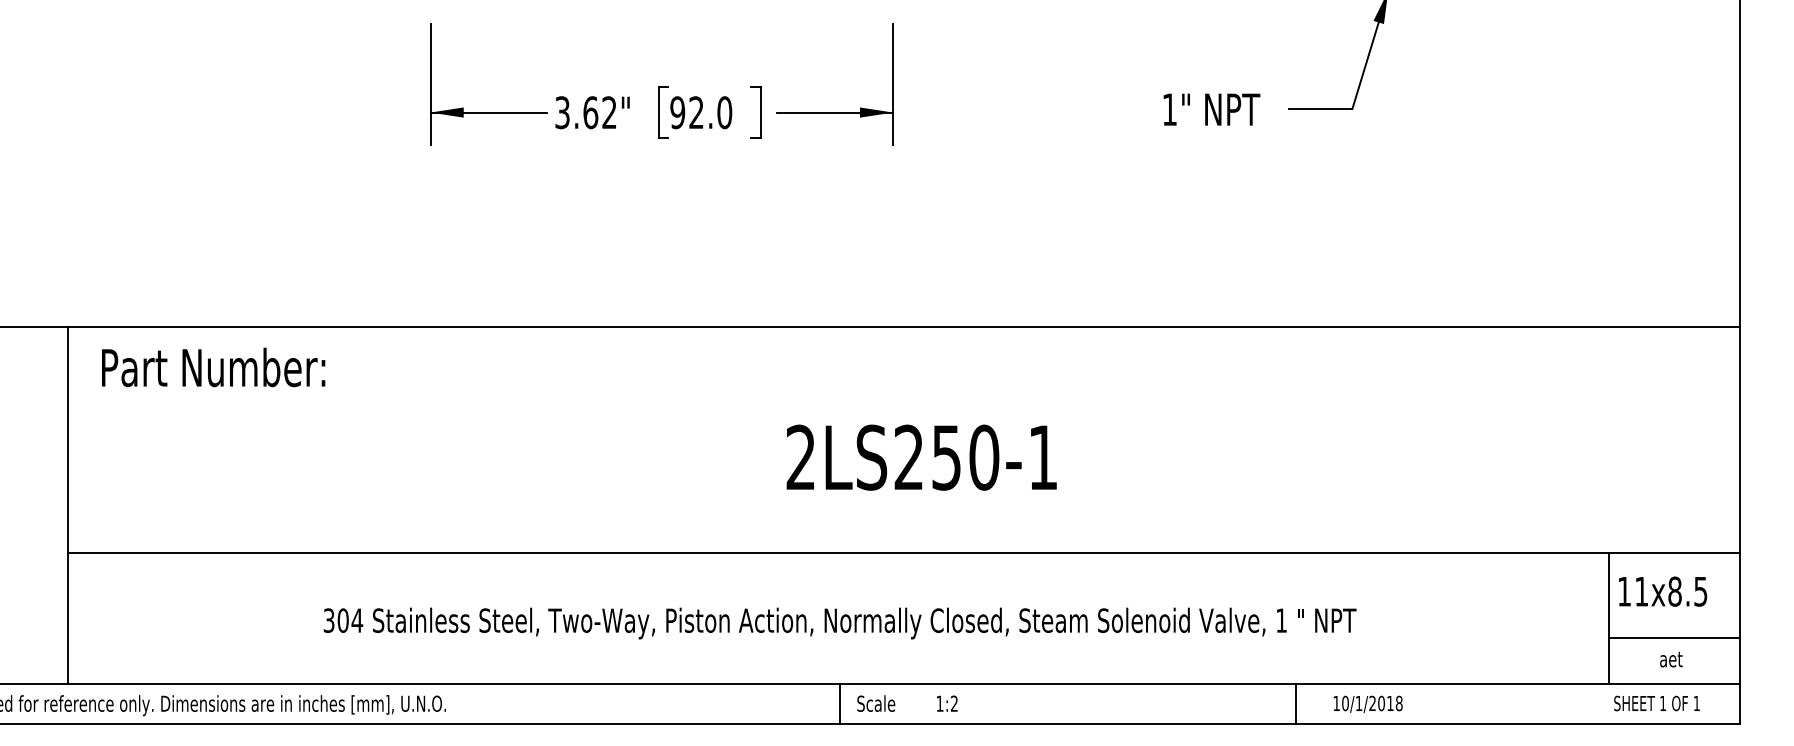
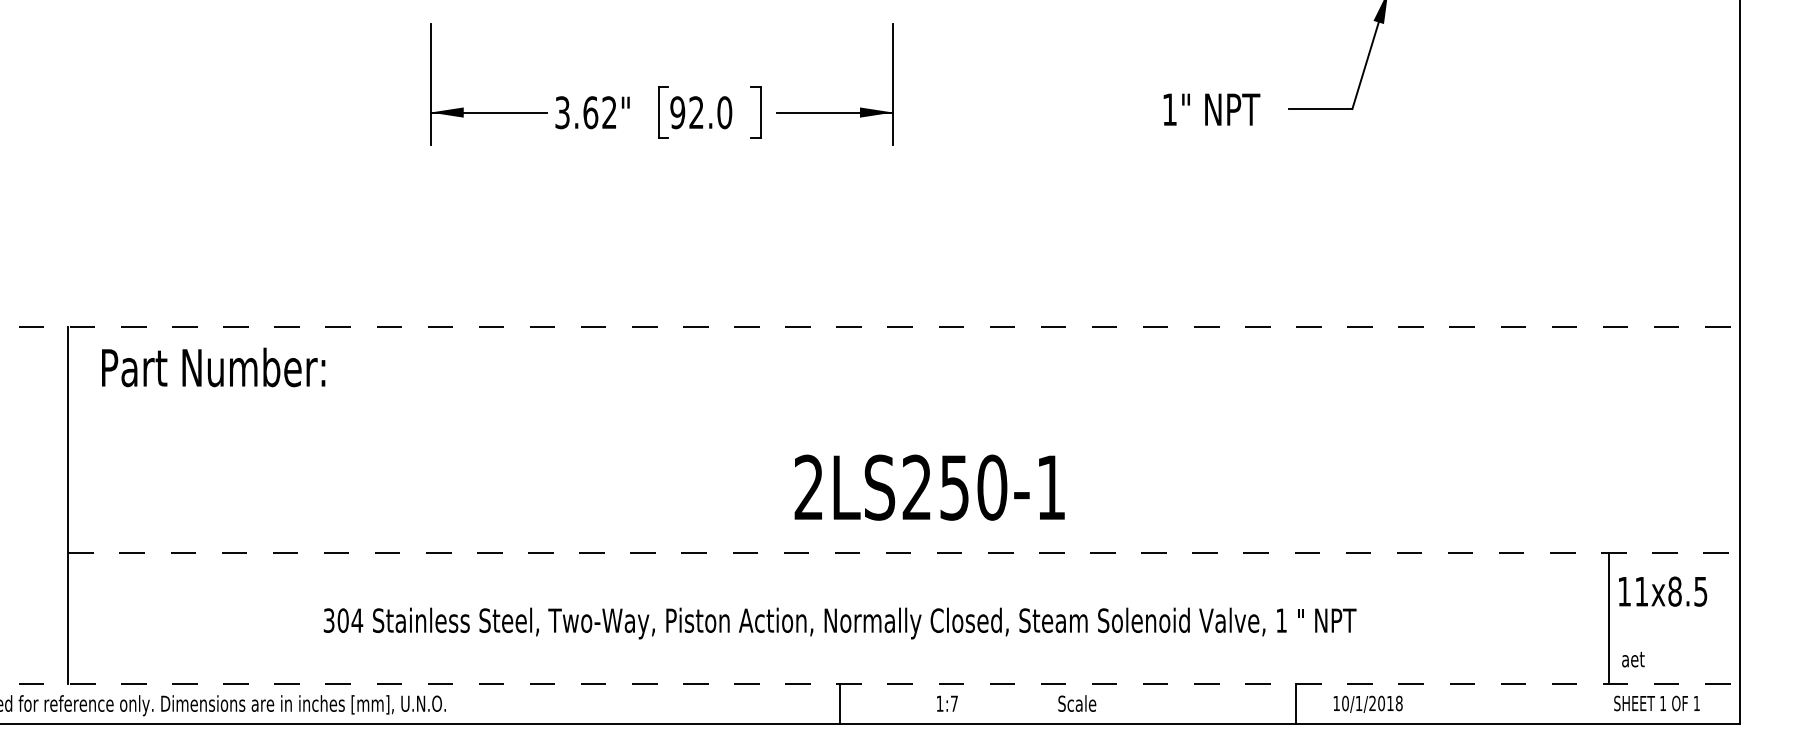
line at (870, 326): solid -> dashed
text at (921, 457) position: (921, 457) -> (929, 487)
line at (904, 552): solid -> dashed
line at (1674, 638): present -> none
text at (1671, 659) position: (1671, 659) -> (1633, 659)
line at (870, 683): solid -> dashed
text at (876, 703) position: (876, 703) -> (1077, 703)
text at (953, 703): 1:2 -> 1:7
